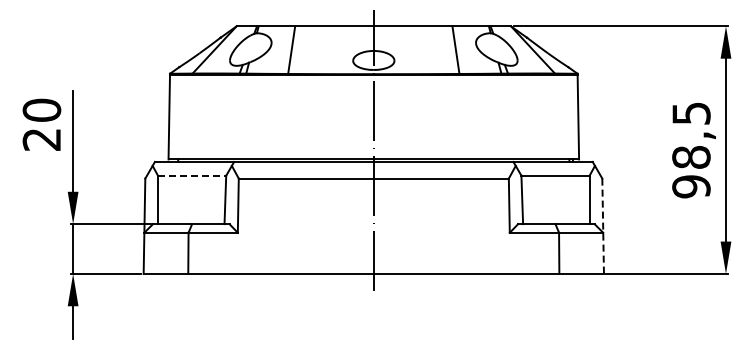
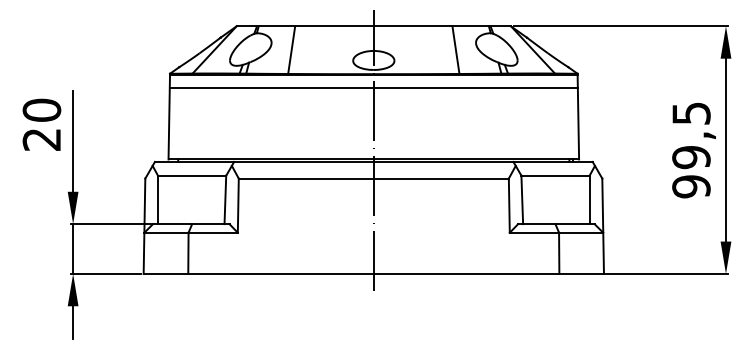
line at (373, 88): none -> present
text at (691, 157): 98,5 -> 99,5
line at (192, 175): dashed -> solid
line at (603, 226): dashed -> solid
